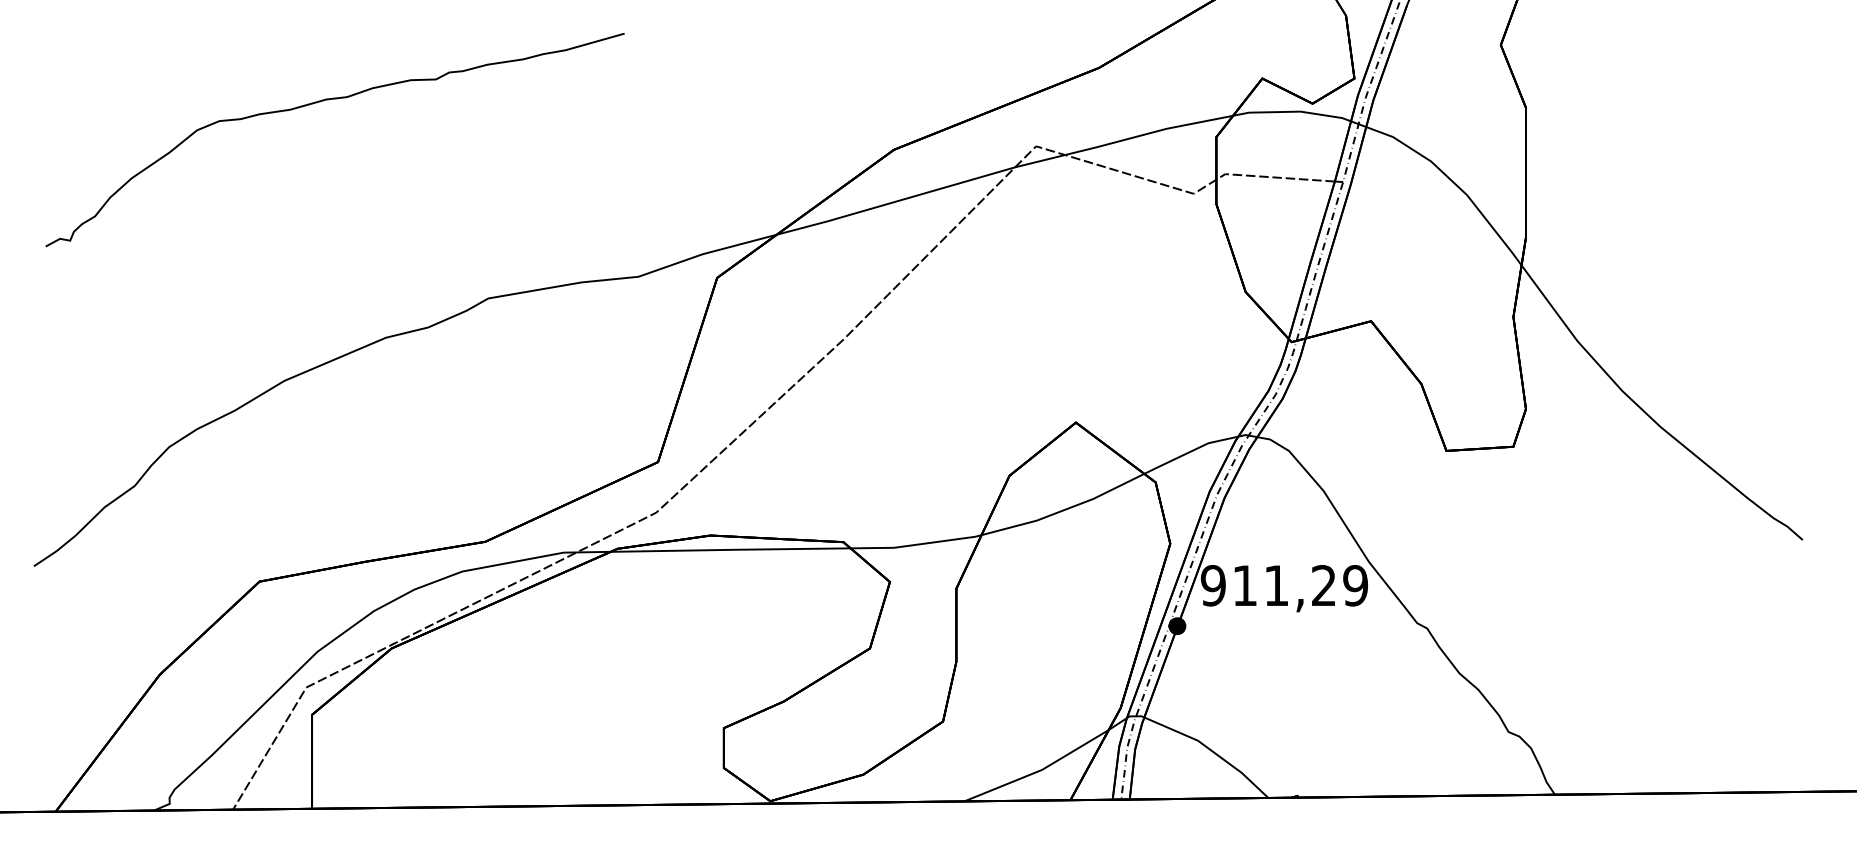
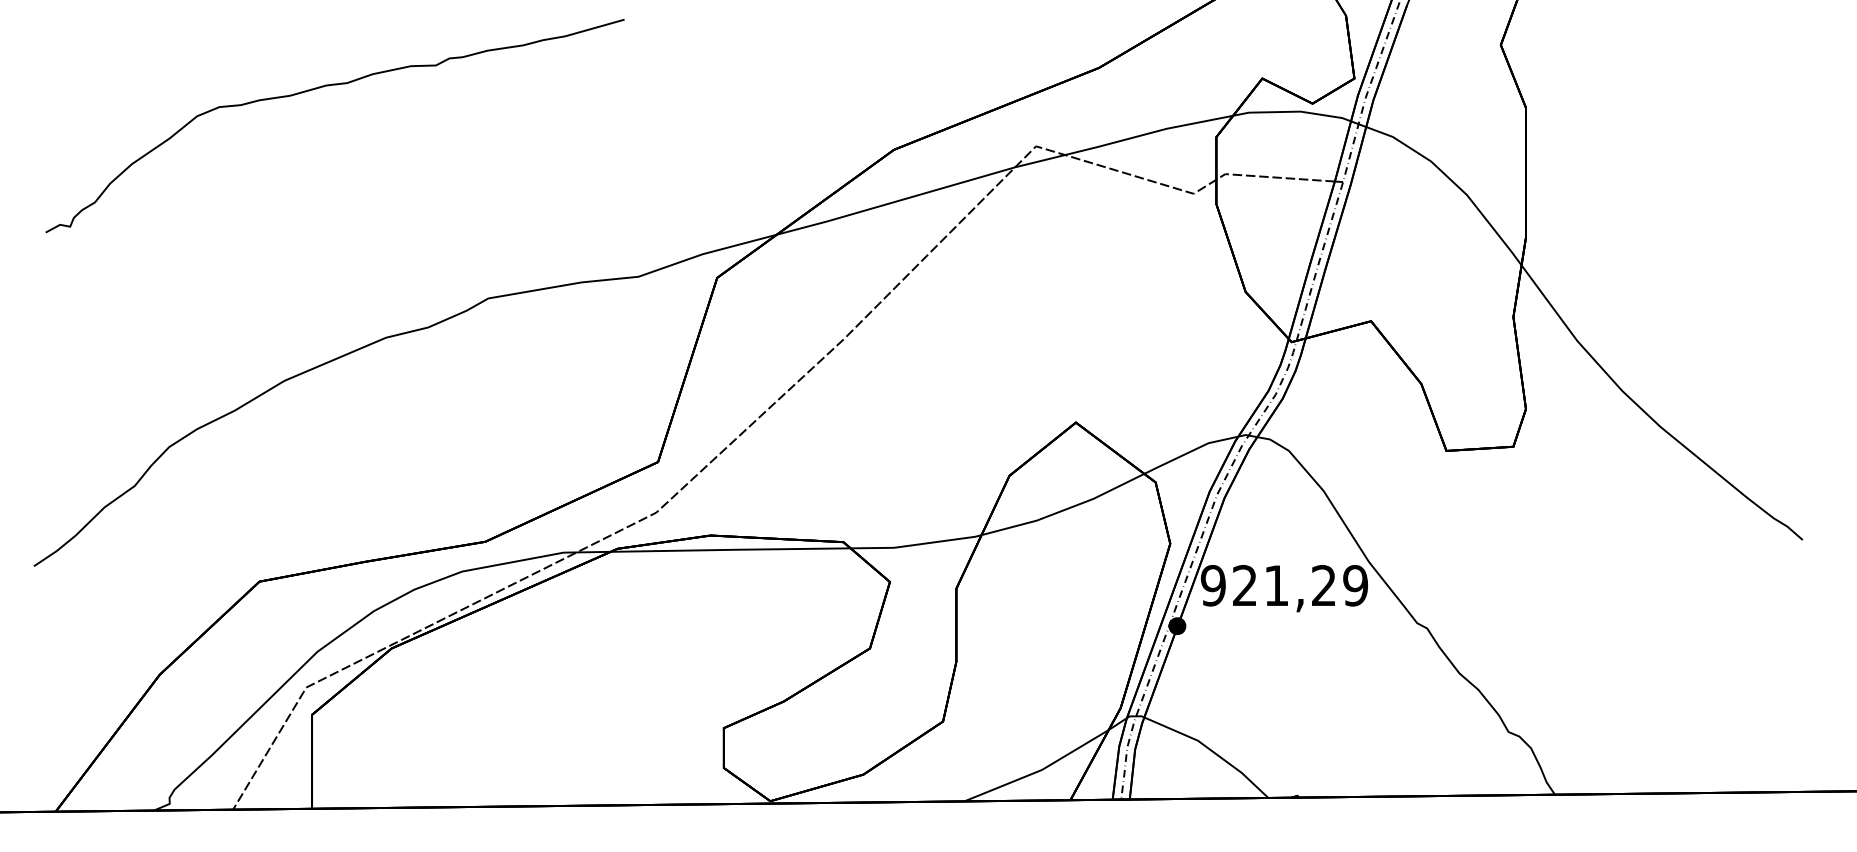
curve at (328, 100) position: (328, 100) -> (328, 86)
text at (1244, 584): 911,29 -> 921,29
